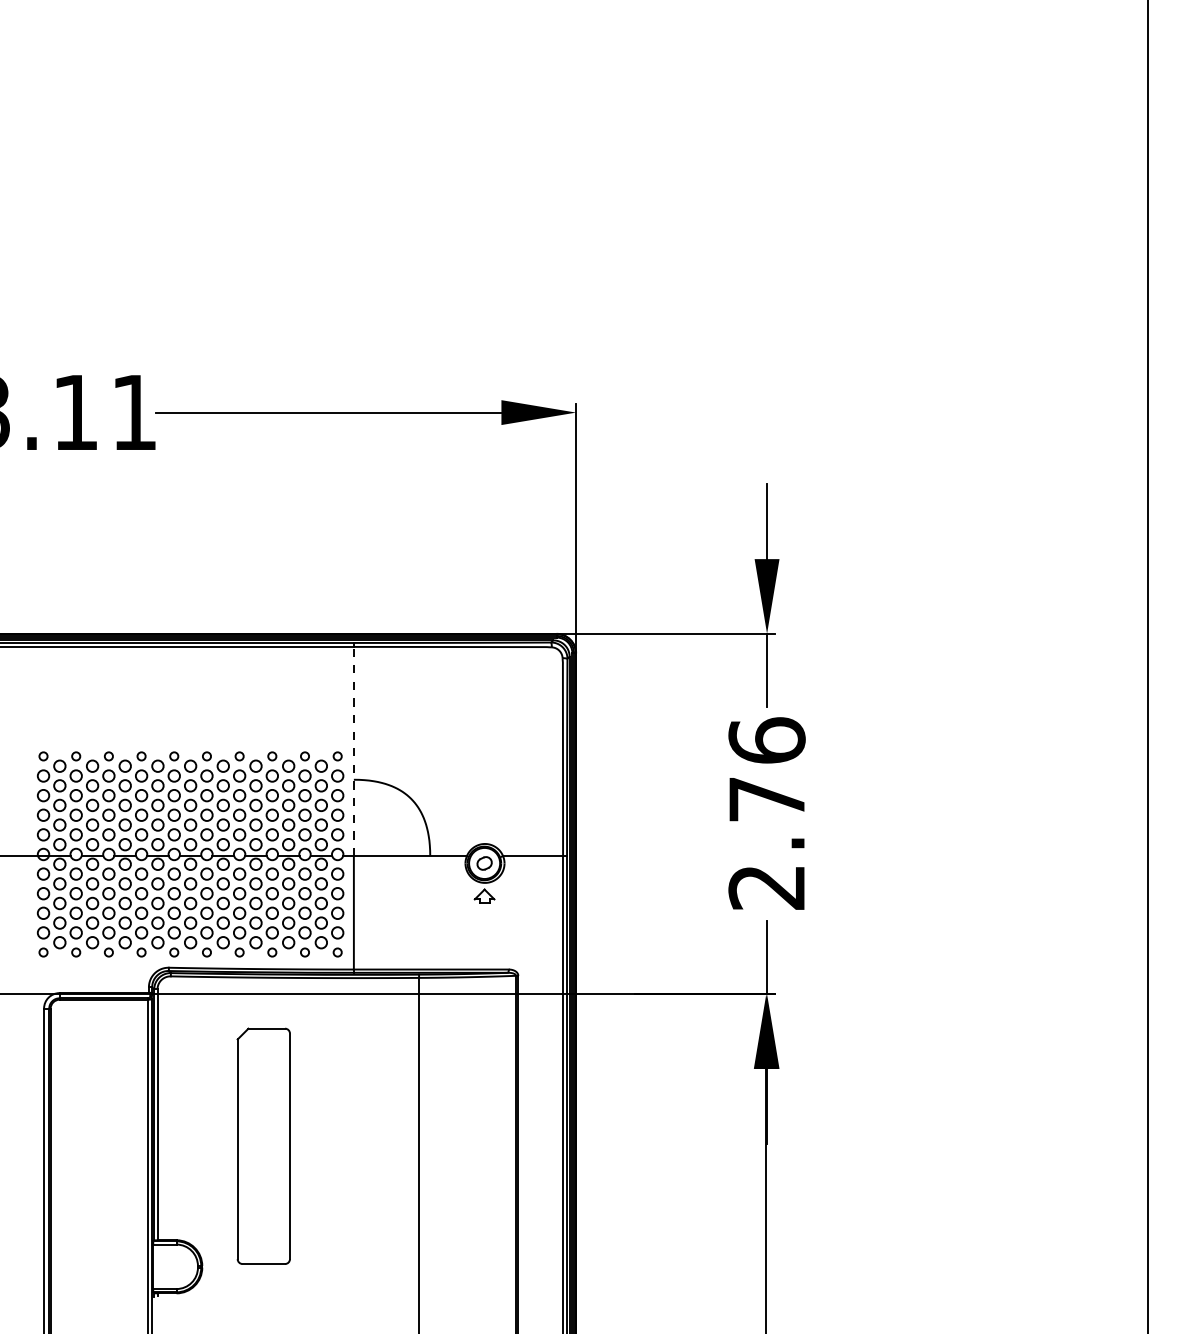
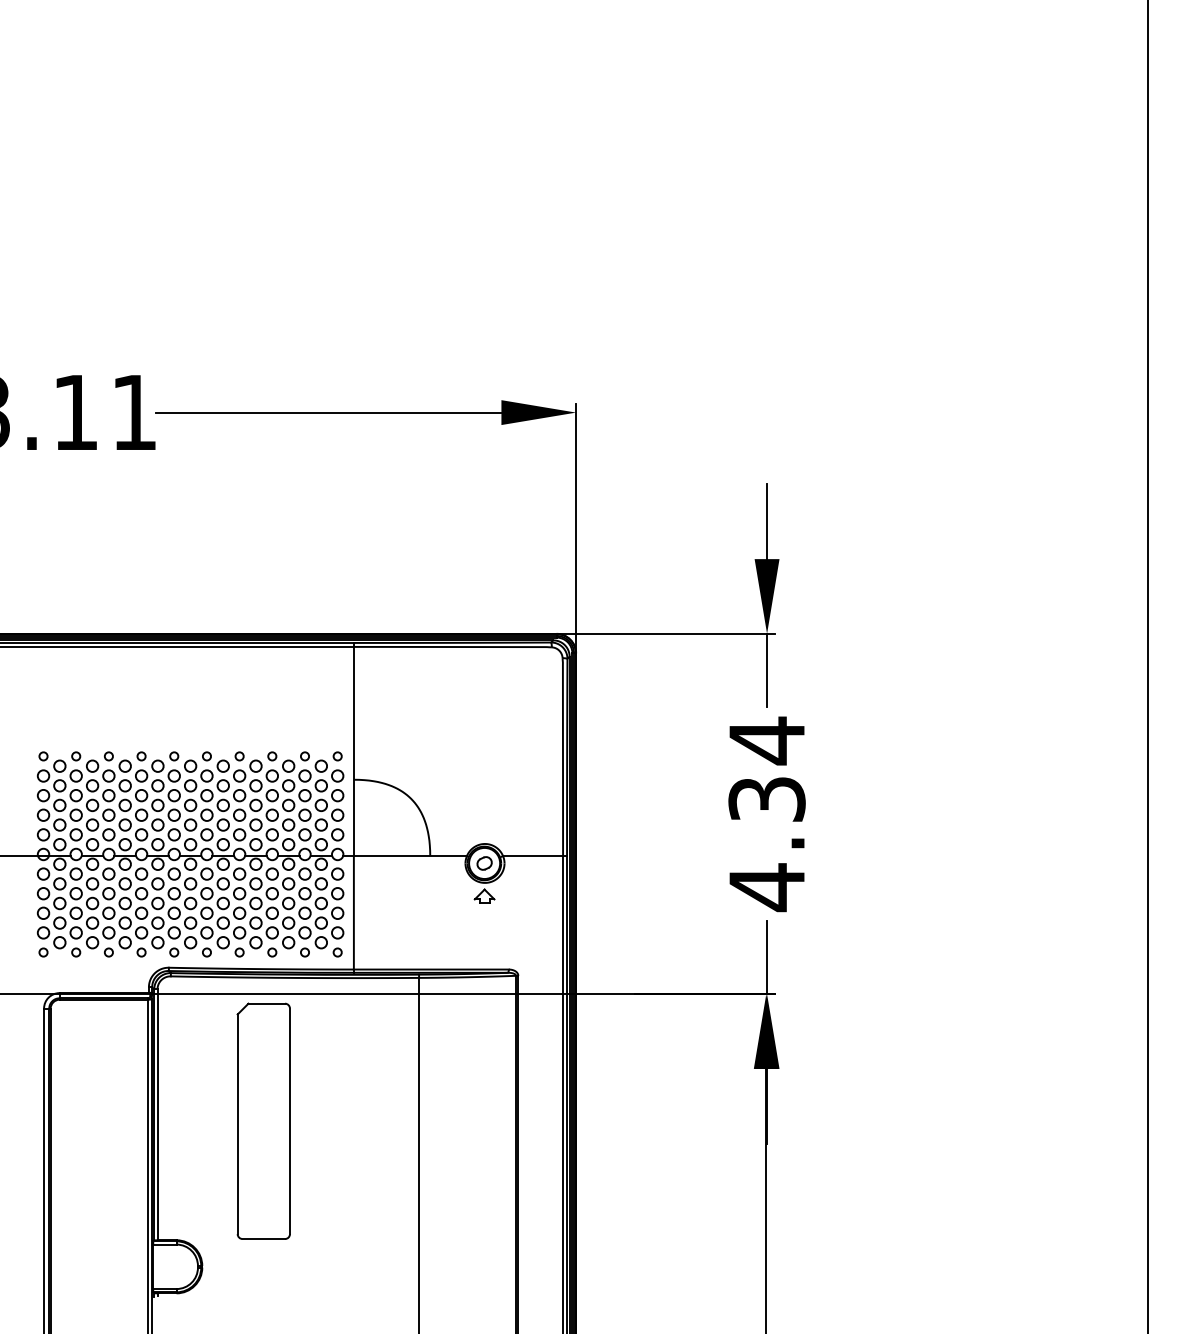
line at (353, 751): dashed -> solid
text at (766, 814): 2.76 -> 4.34
part at (263, 1145) position: (263, 1145) -> (263, 1120)
